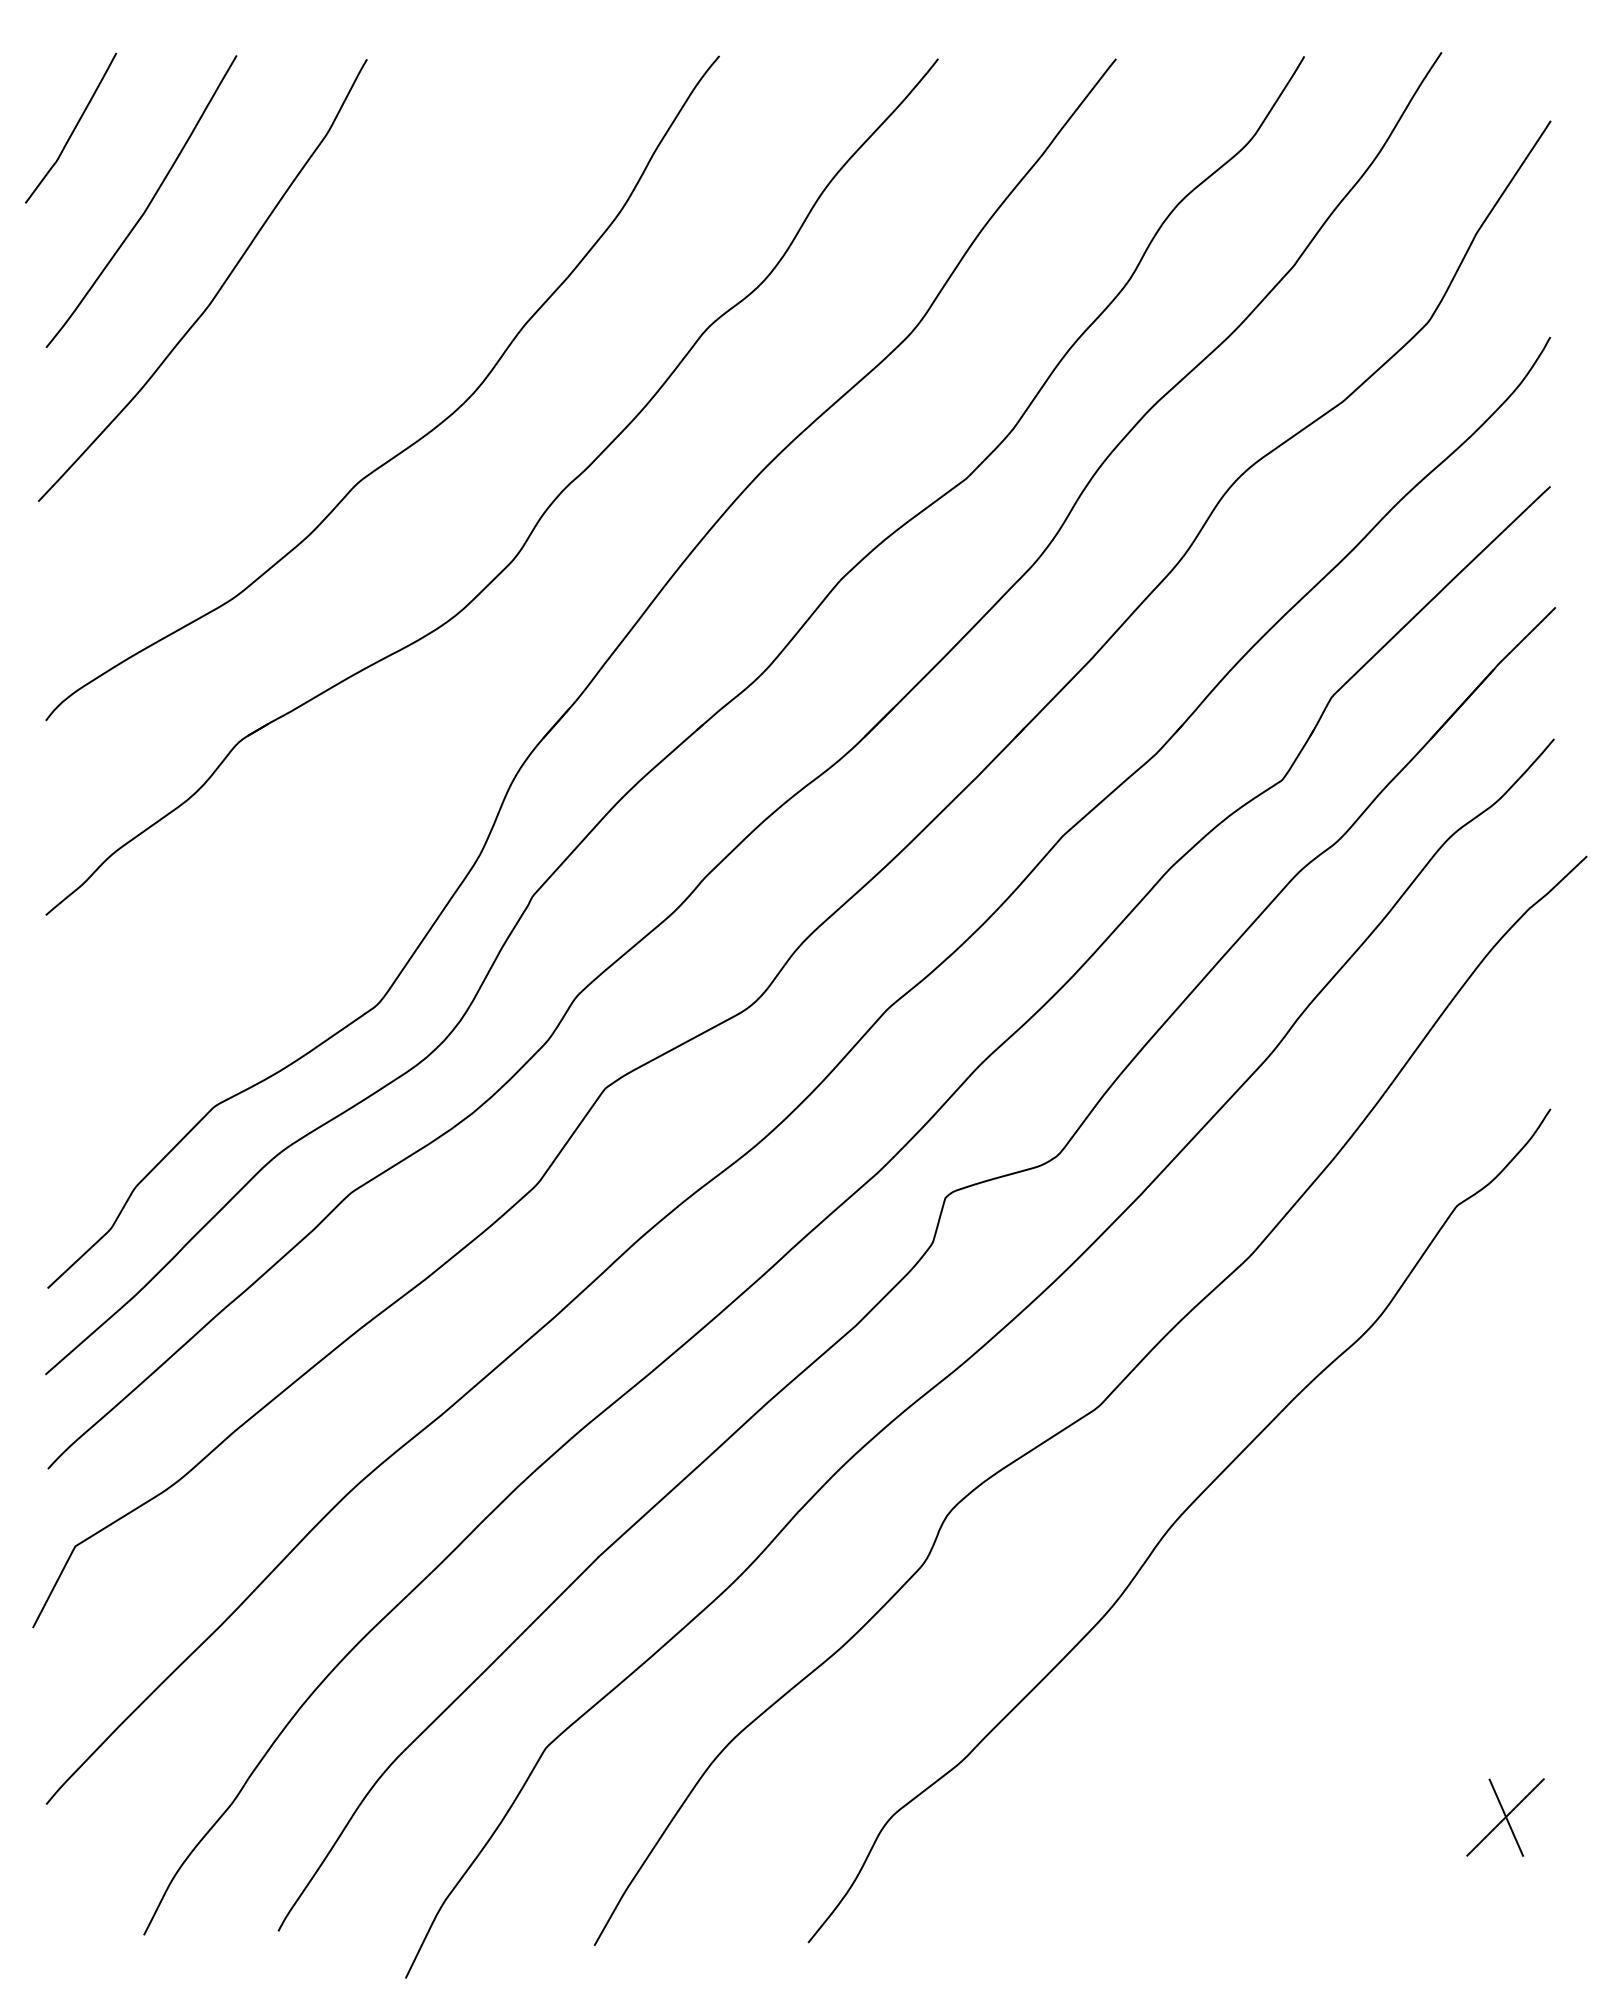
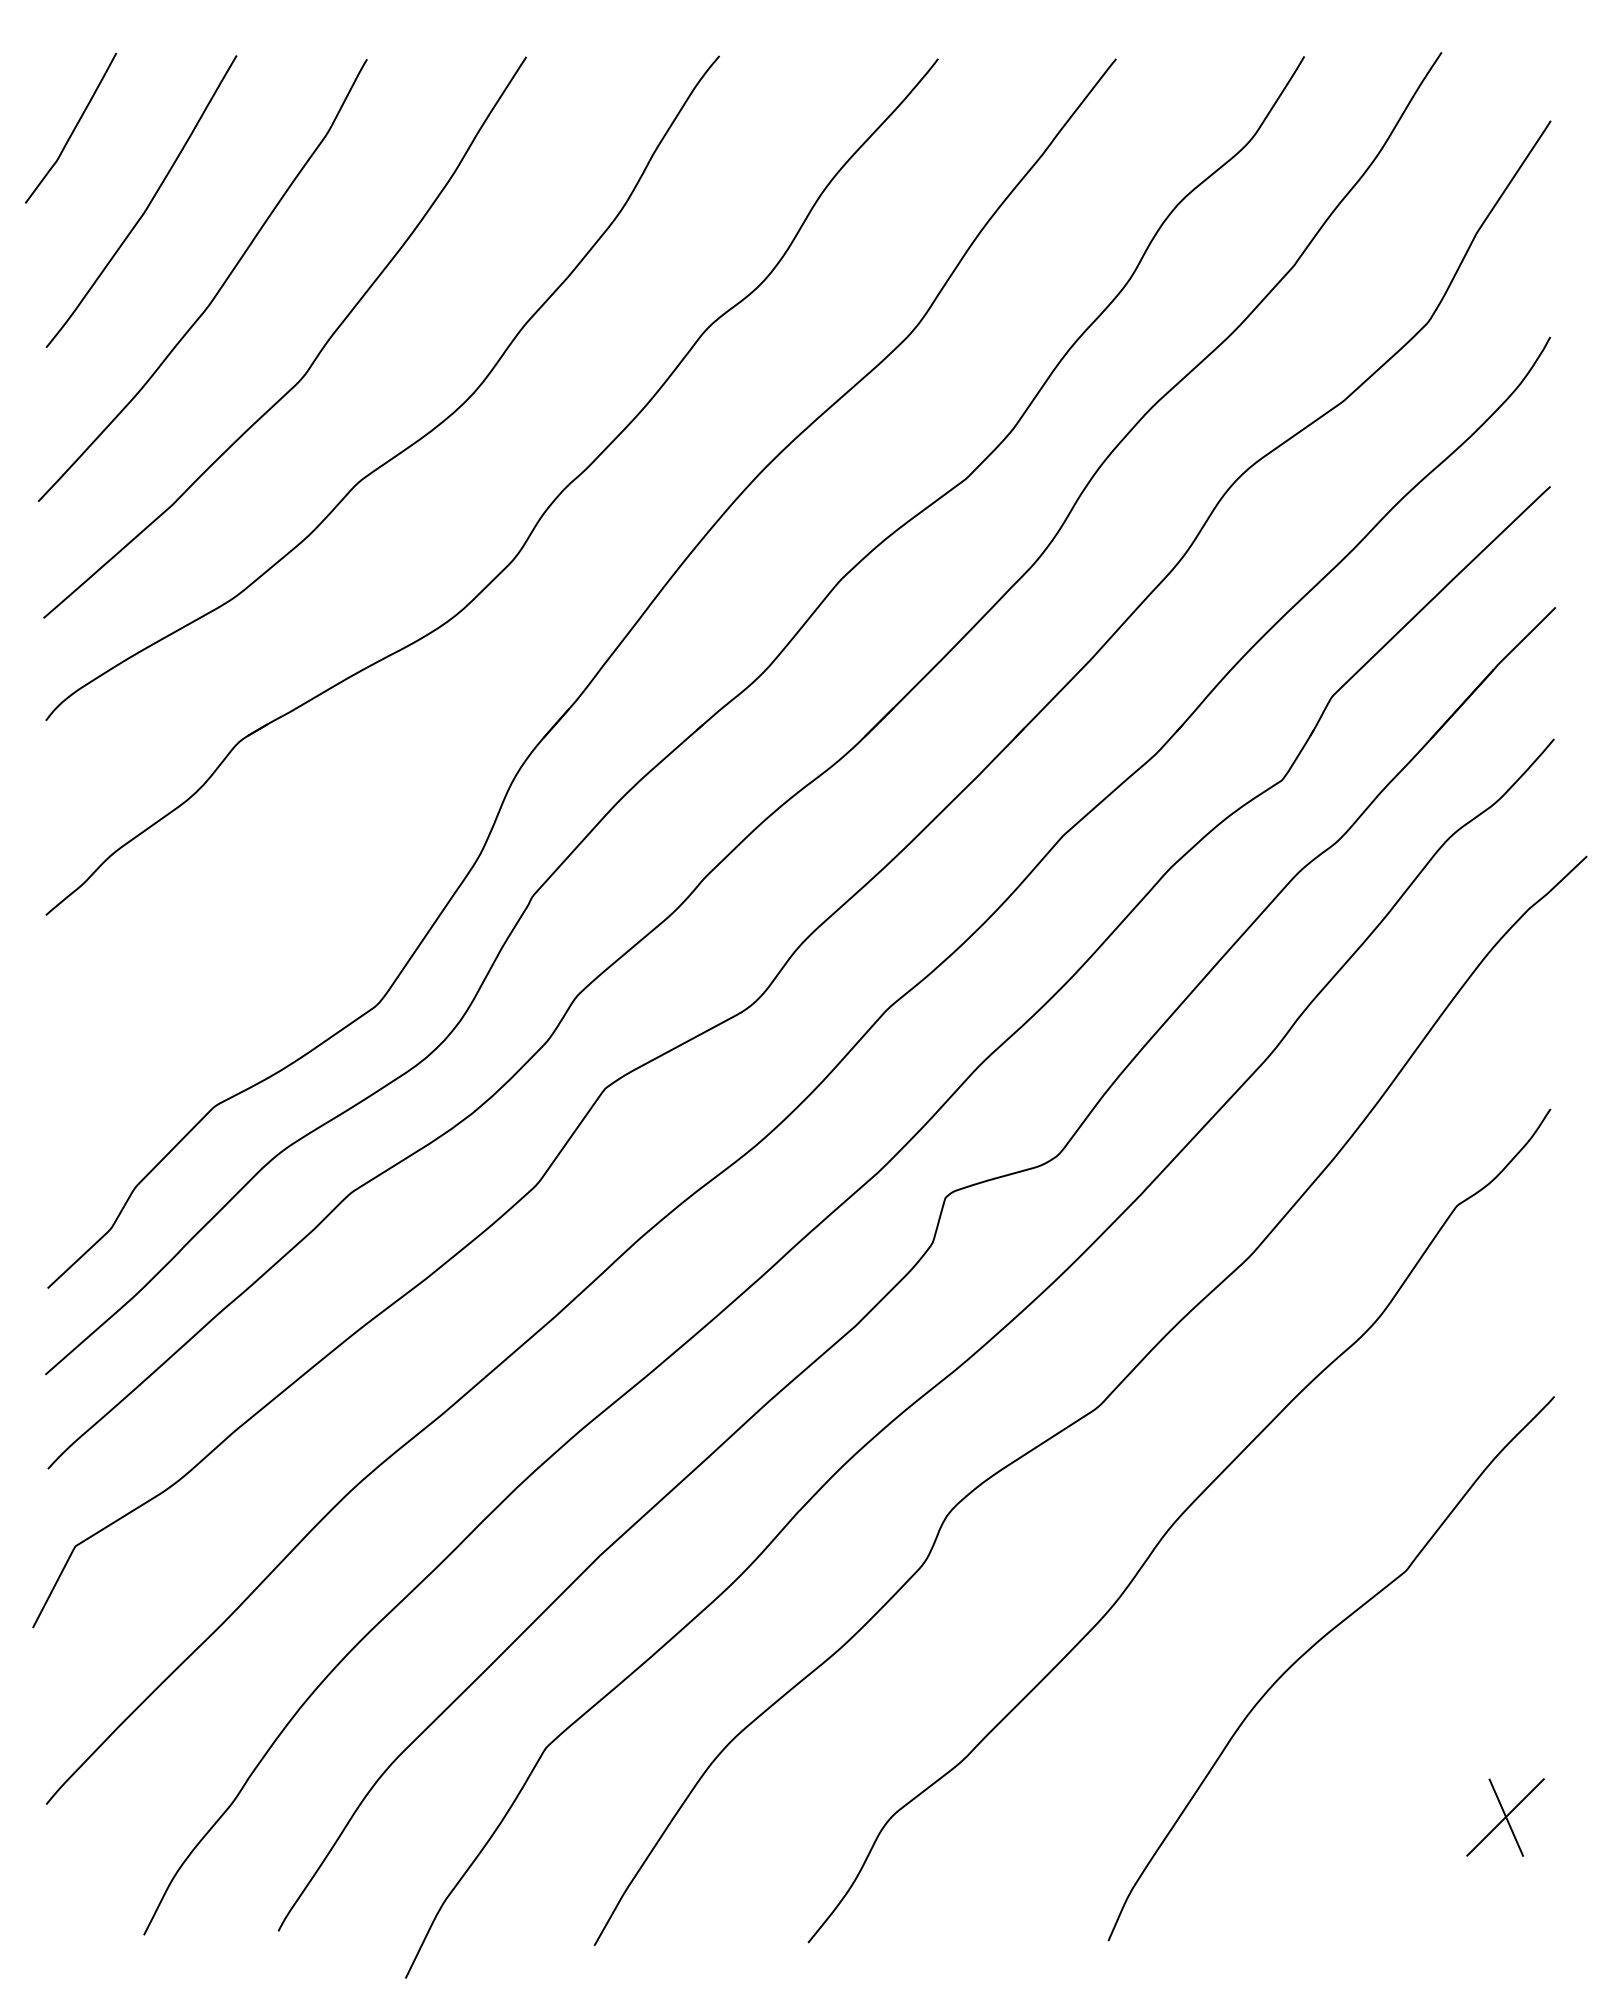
curve at (314, 358): none -> present
curve at (1314, 1646): none -> present
